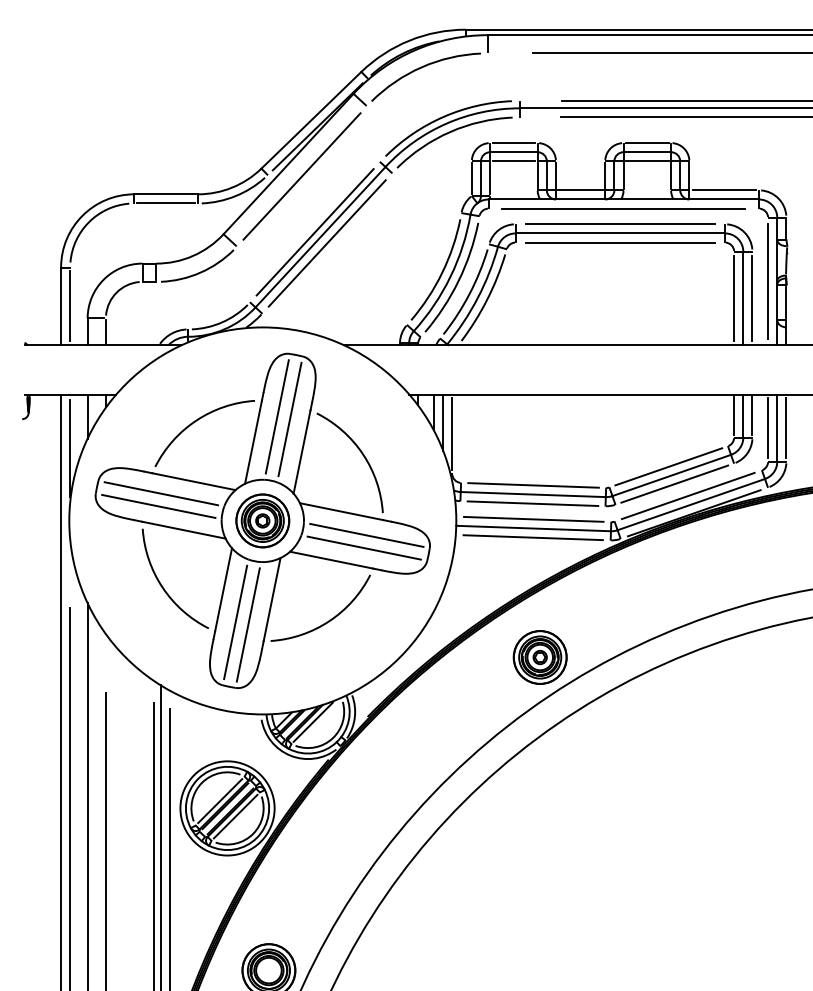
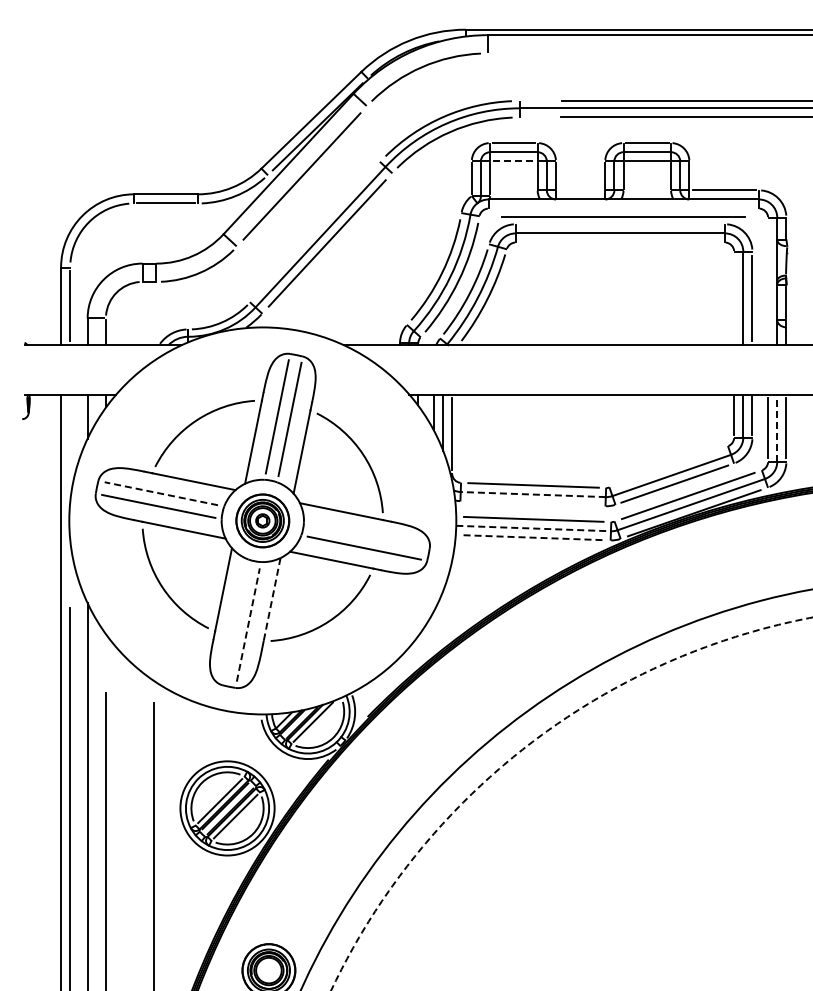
line at (671, 53): present -> none
line at (514, 161): solid -> dashed
line at (580, 190): present -> none
line at (623, 208) position: (623, 208) -> (623, 216)
line at (620, 224): present -> none
line at (314, 232): present -> none
line at (620, 242): present -> none
line at (768, 281): present -> none
line at (734, 298): present -> none
line at (777, 428): solid -> dashed
line at (70, 447): present -> none
line at (668, 466): present -> none
line at (161, 493): solid -> dashed
line at (533, 494): solid -> dashed
line at (532, 503): present -> none
line at (534, 528): solid -> dashed
line at (366, 534): present -> none
line at (533, 537): solid -> dashed
line at (272, 600): solid -> dashed
line at (235, 622): present -> none
line at (248, 624): solid -> dashed
part at (539, 657): present -> none
arc at (526, 746): solid -> dashed
line at (160, 836): present -> none
line at (169, 848): present -> none
